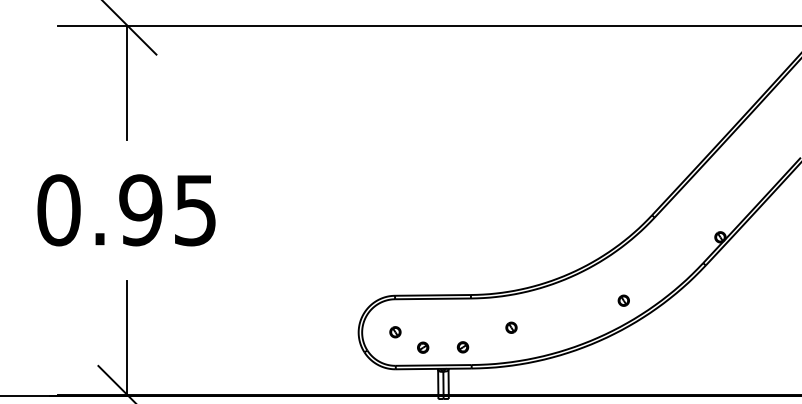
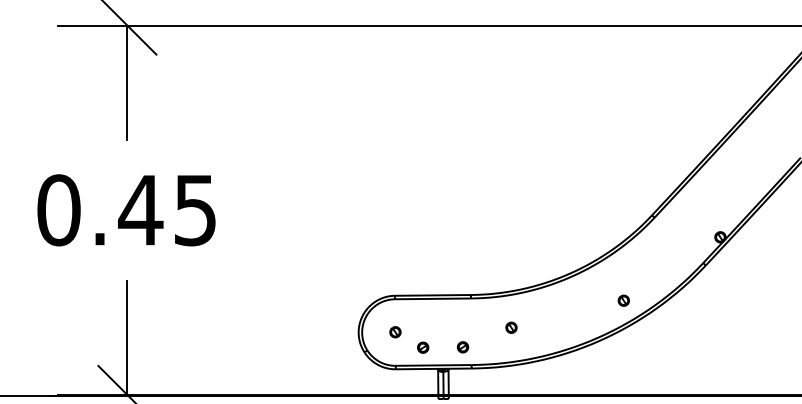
text at (140, 210): 0.95 -> 0.45
